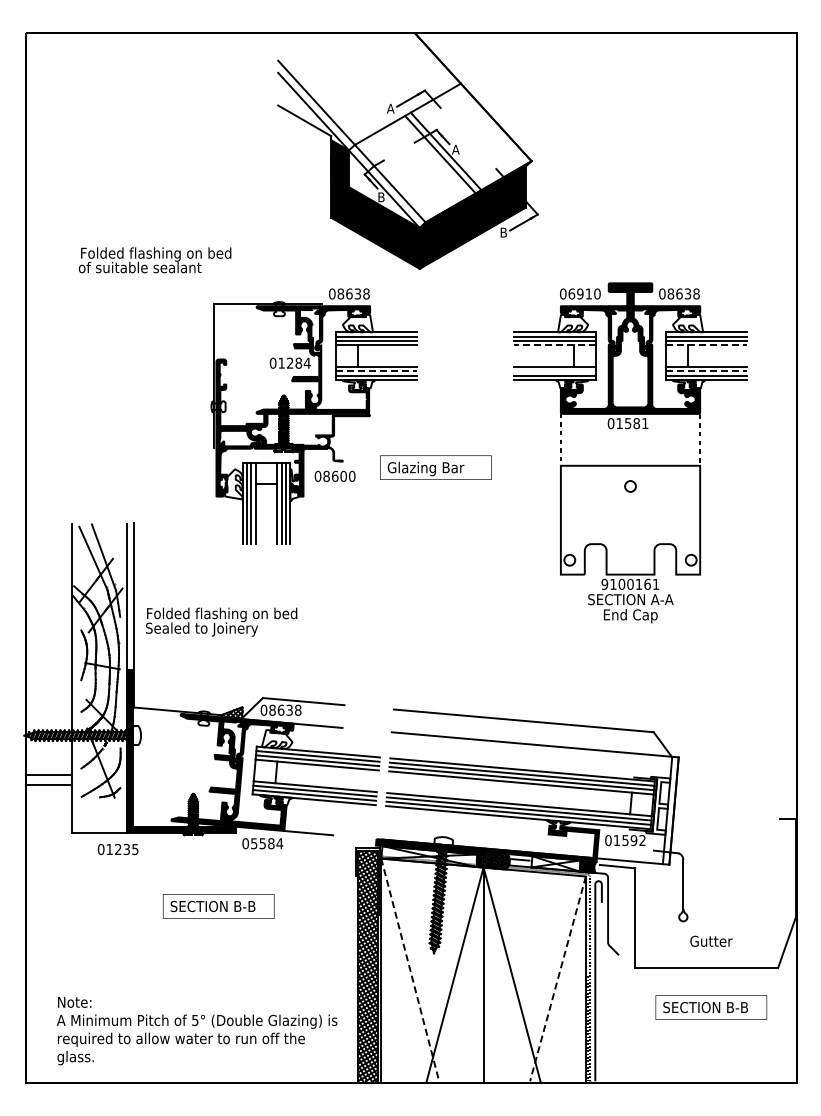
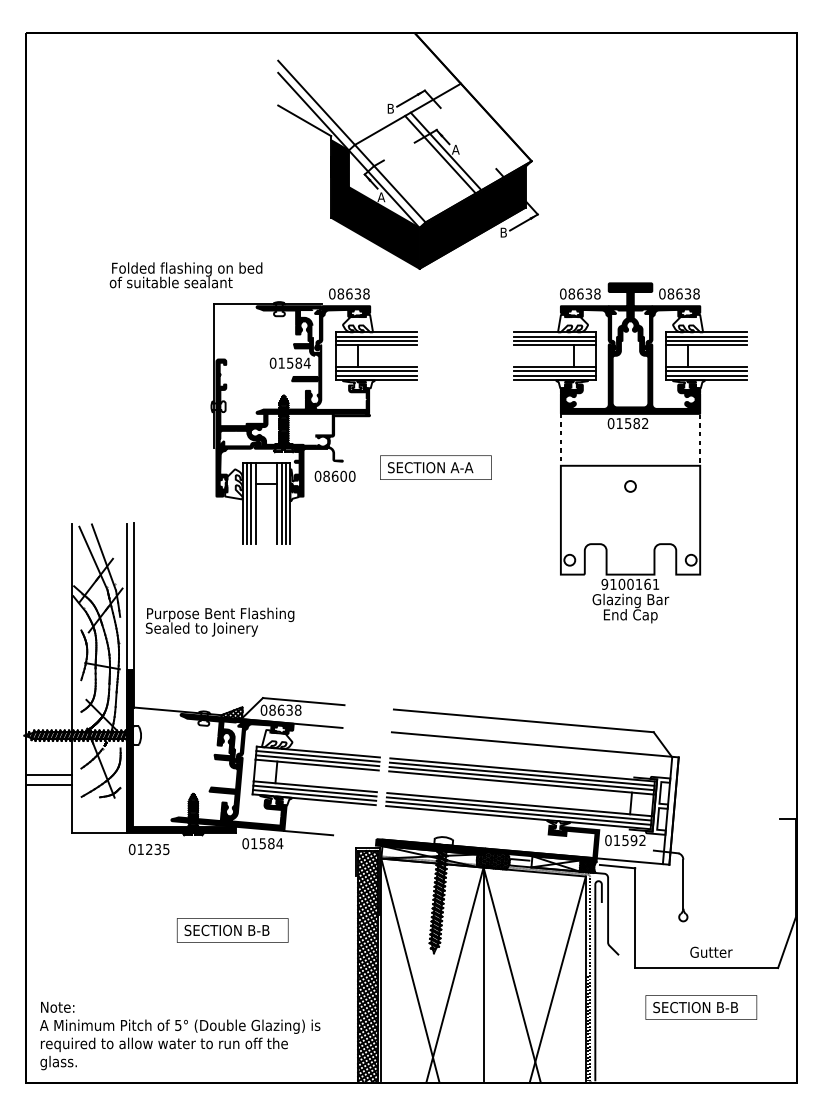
text at (390, 108): A -> B
text at (381, 197): B -> A
text at (154, 260) position: (154, 260) -> (185, 275)
text at (584, 293): 06910 -> 08638
line at (555, 345): dashed -> solid
line at (706, 345): dashed -> solid
text at (290, 362): 01284 -> 01584
line at (376, 371): dashed -> solid
line at (554, 371): none -> present
line at (706, 371): dashed -> solid
text at (645, 423): 01581 -> 01582
text at (430, 468): Glazing Bar -> SECTION A-A
text at (630, 600): SECTION A-A -> Glazing Bar
text at (222, 614): Folded flashing on bed -> Purpose Bent Flashing
text at (254, 843): 05584 -> 01584
text at (117, 849) position: (117, 849) -> (148, 849)
text at (218, 906) position: (218, 906) -> (232, 930)
text at (711, 940) position: (711, 940) -> (711, 951)
line at (410, 970): dashed -> solid
line at (557, 979): dashed -> solid
text at (711, 1007) position: (711, 1007) -> (701, 1007)
text at (197, 1031) position: (197, 1031) -> (180, 1036)
